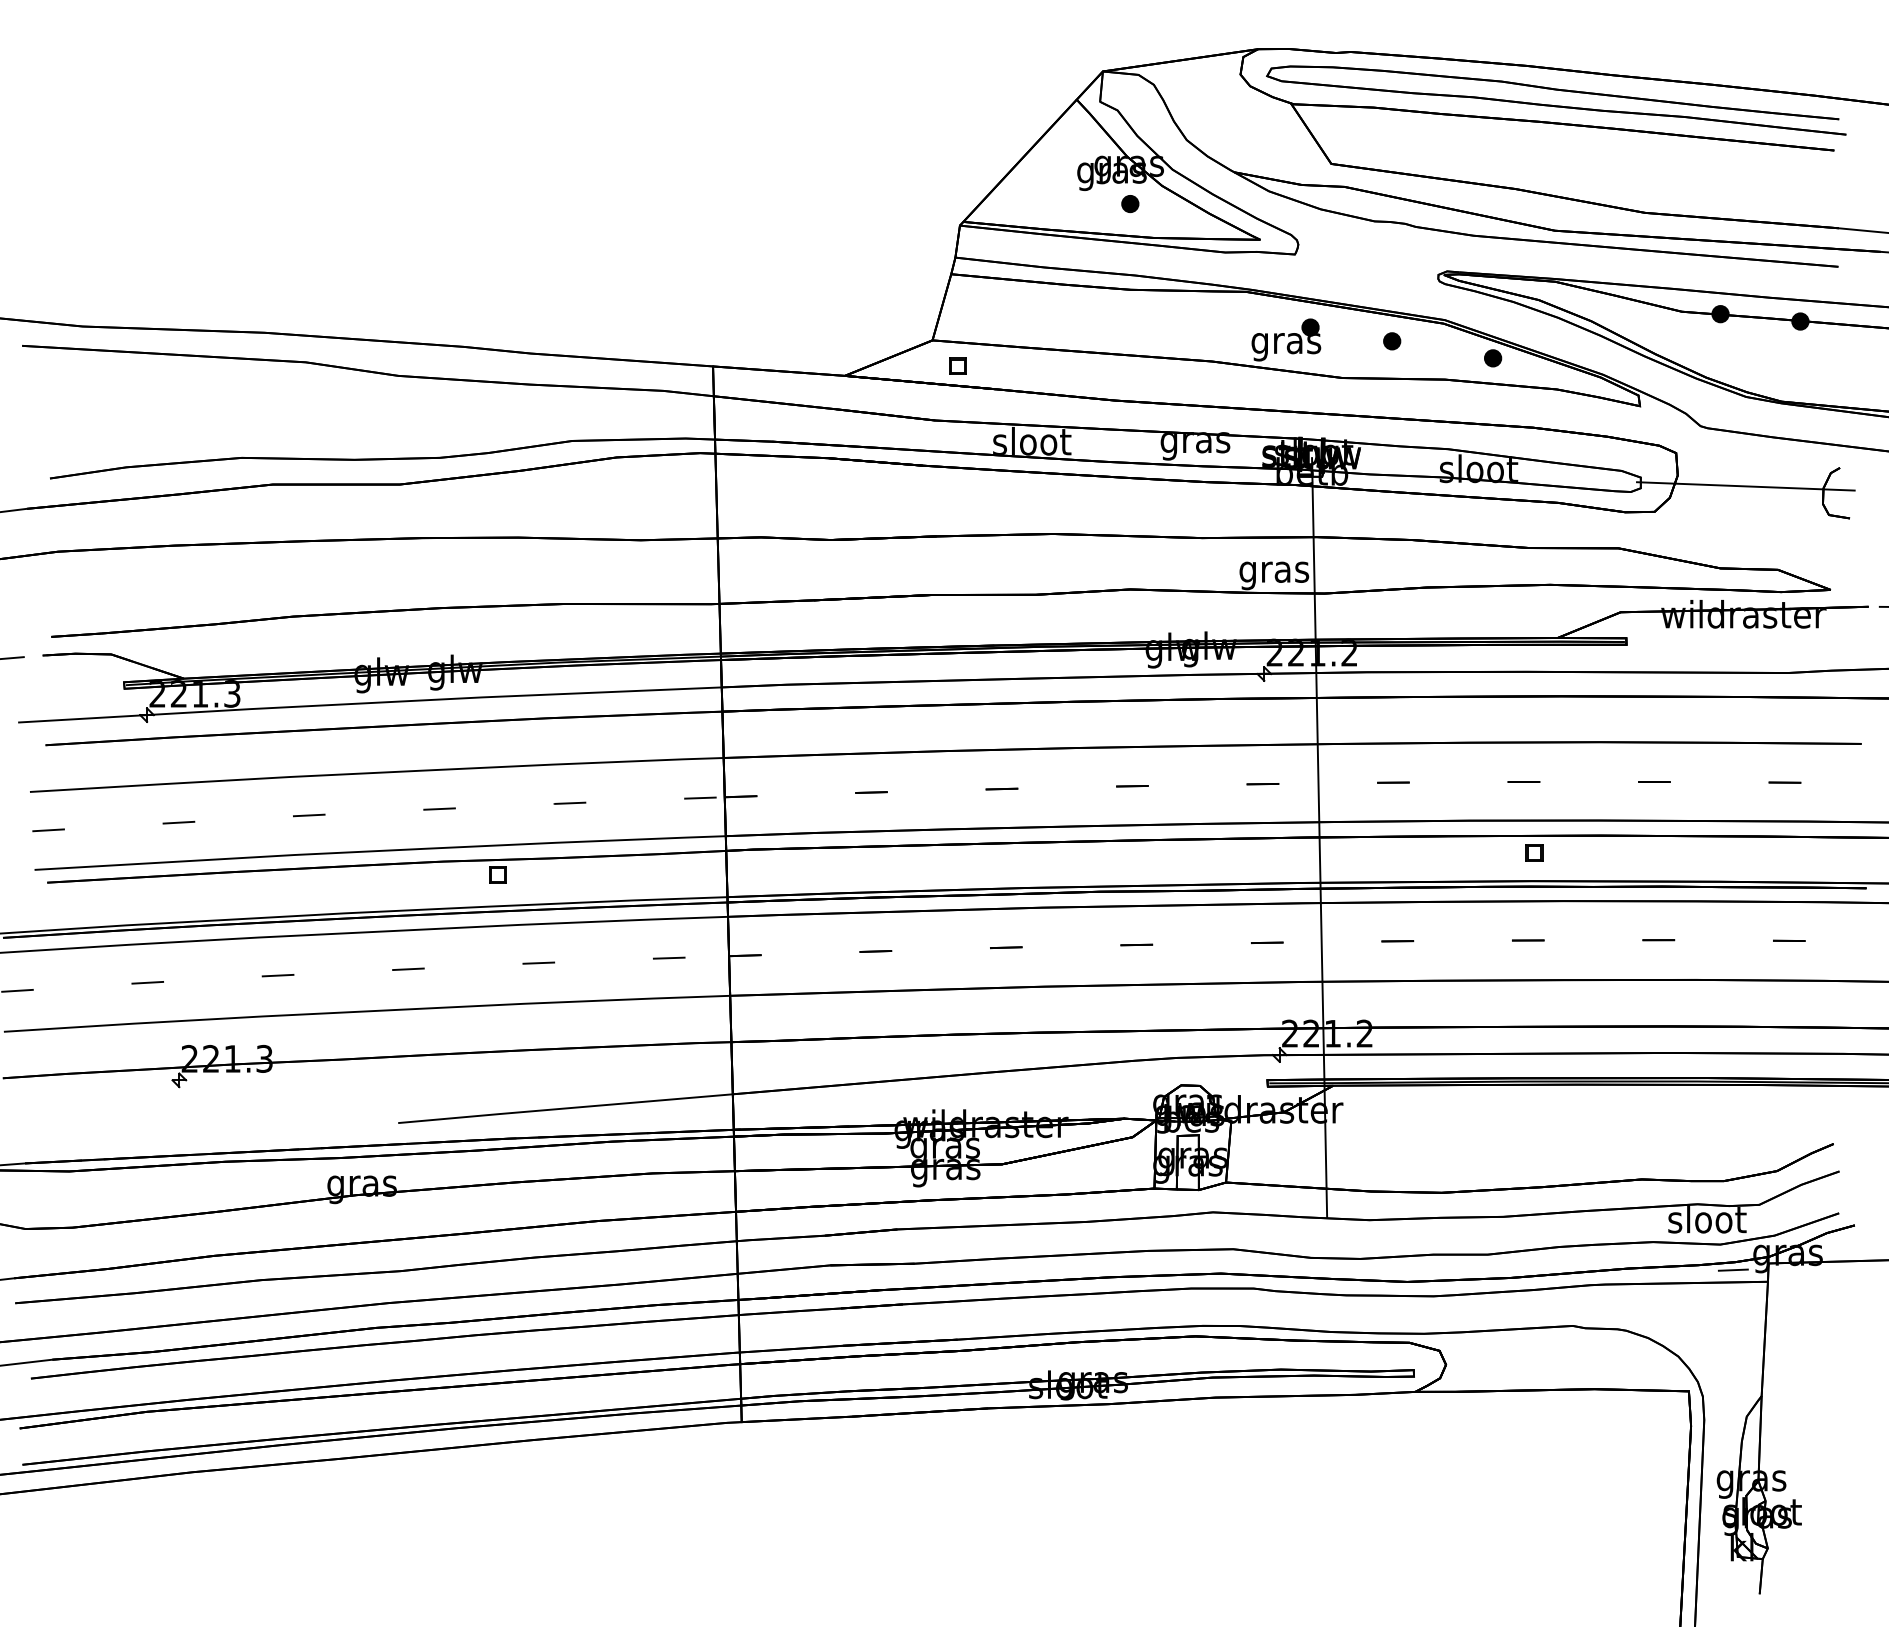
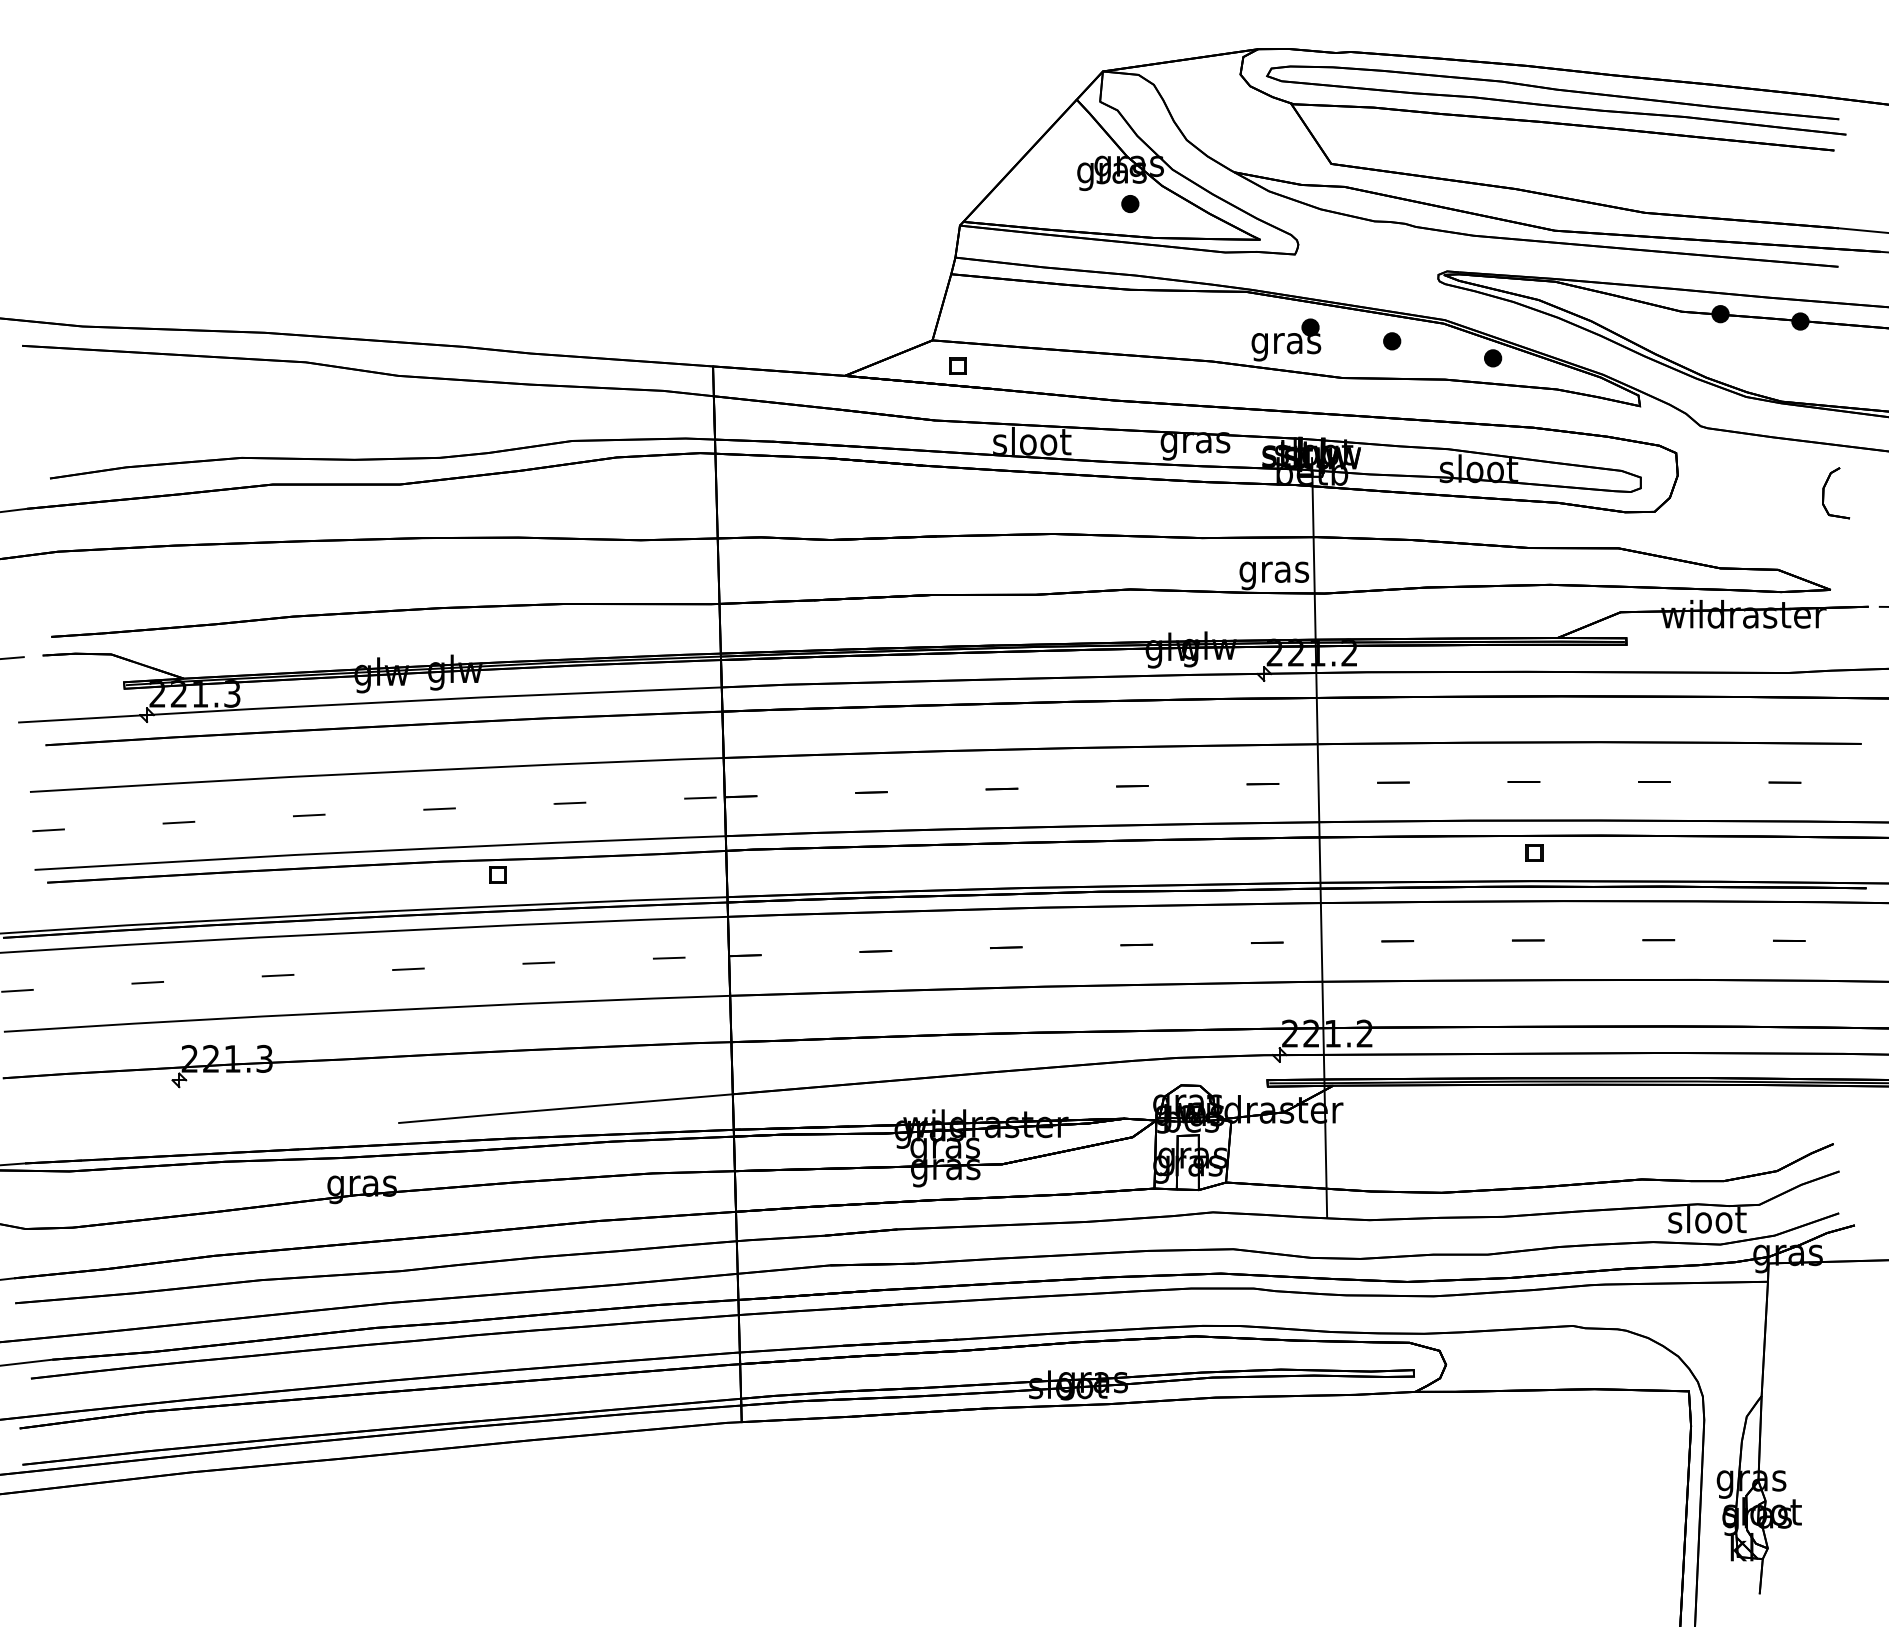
line at (1745, 486): present -> none
line at (1732, 1269): present -> none
